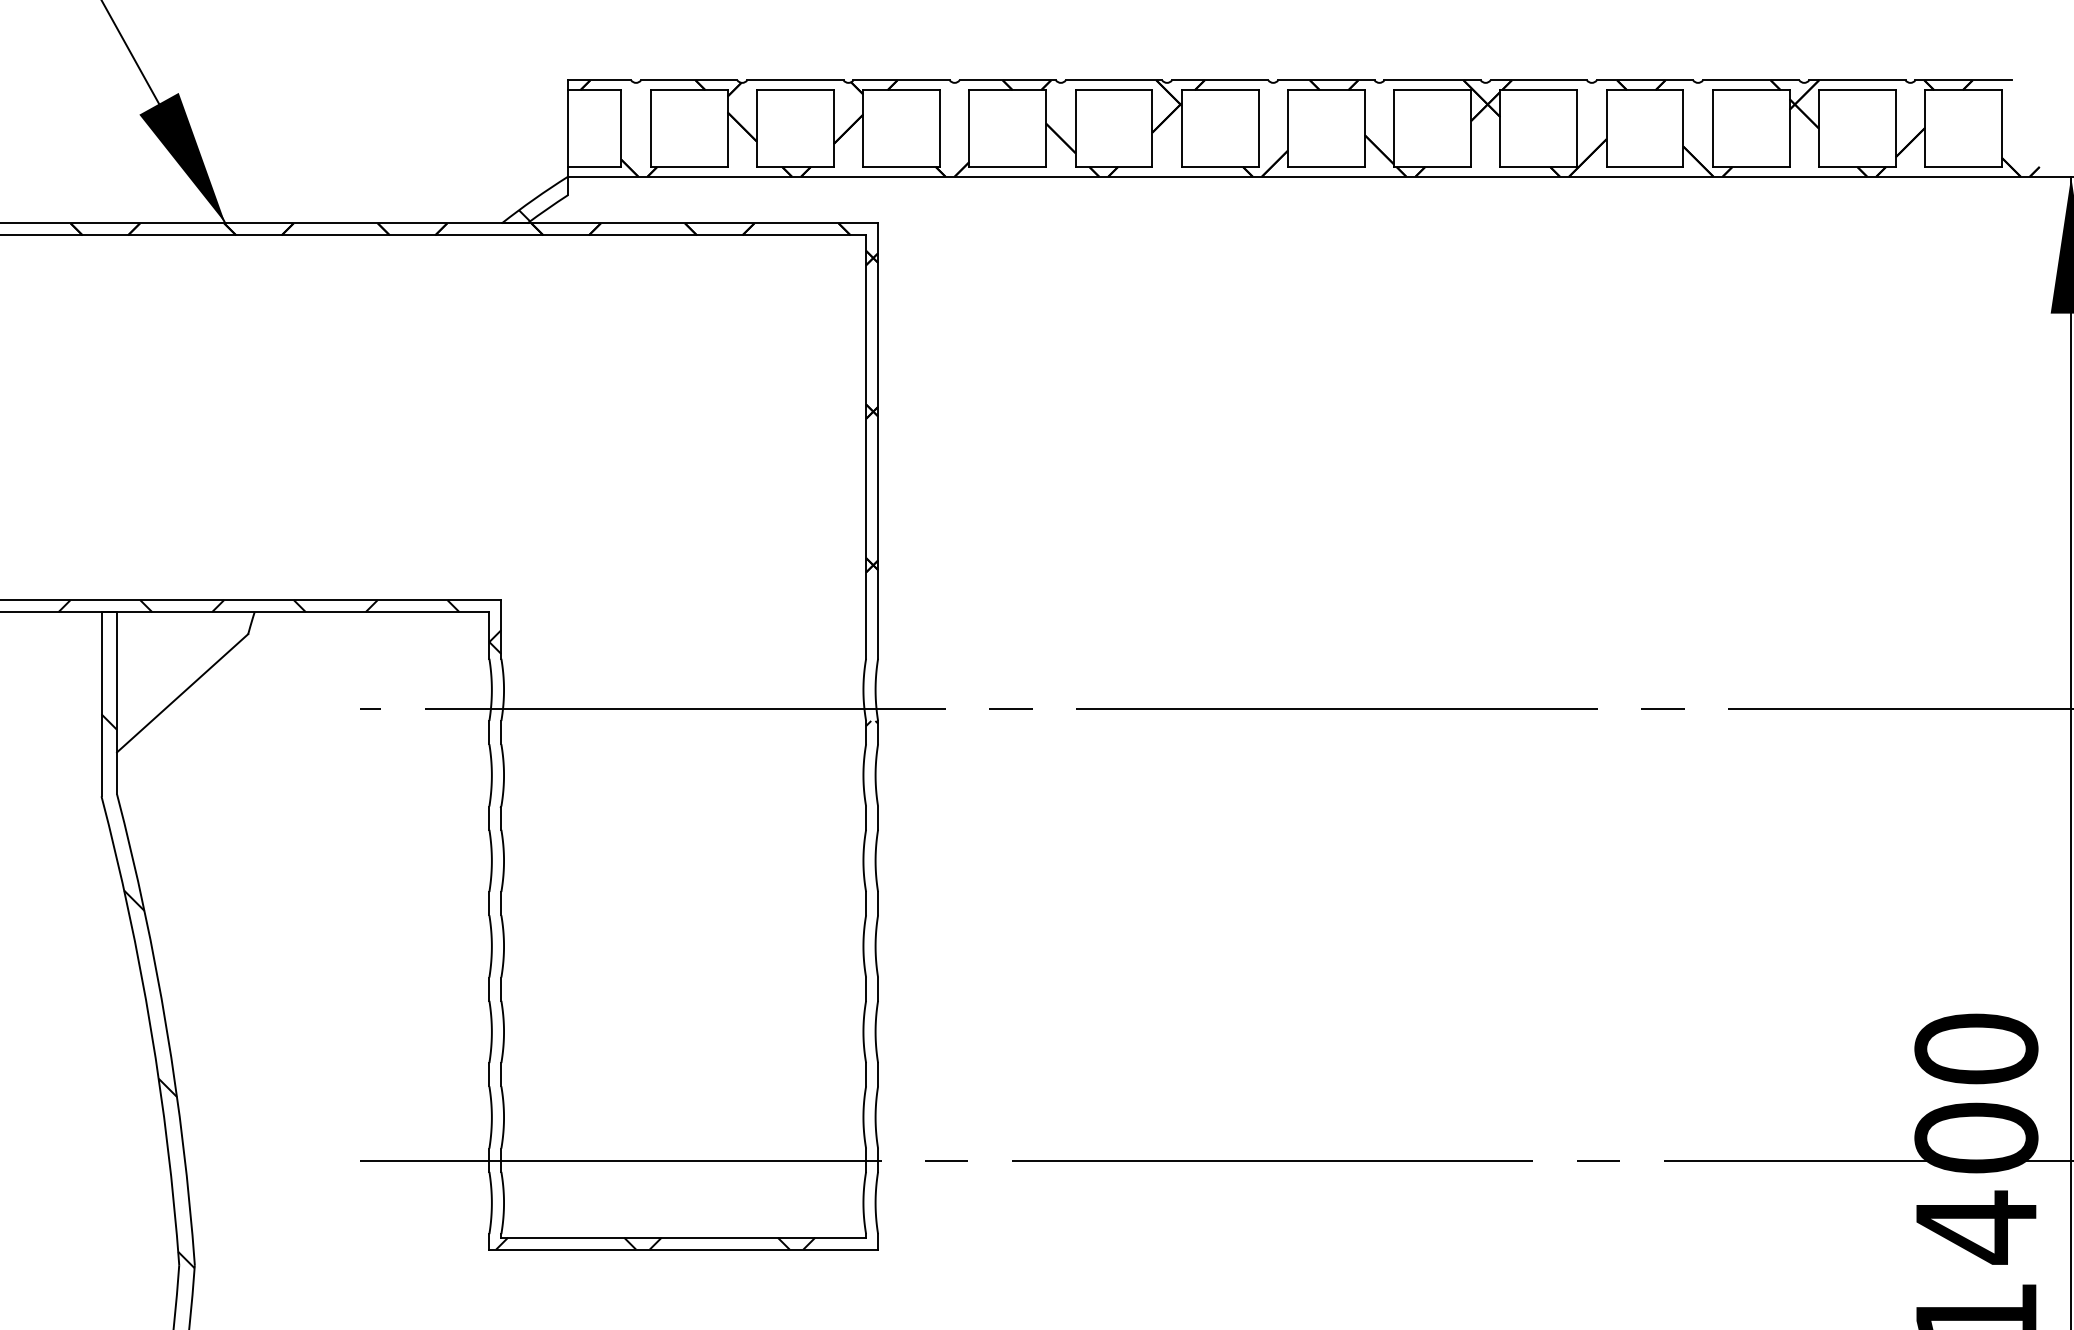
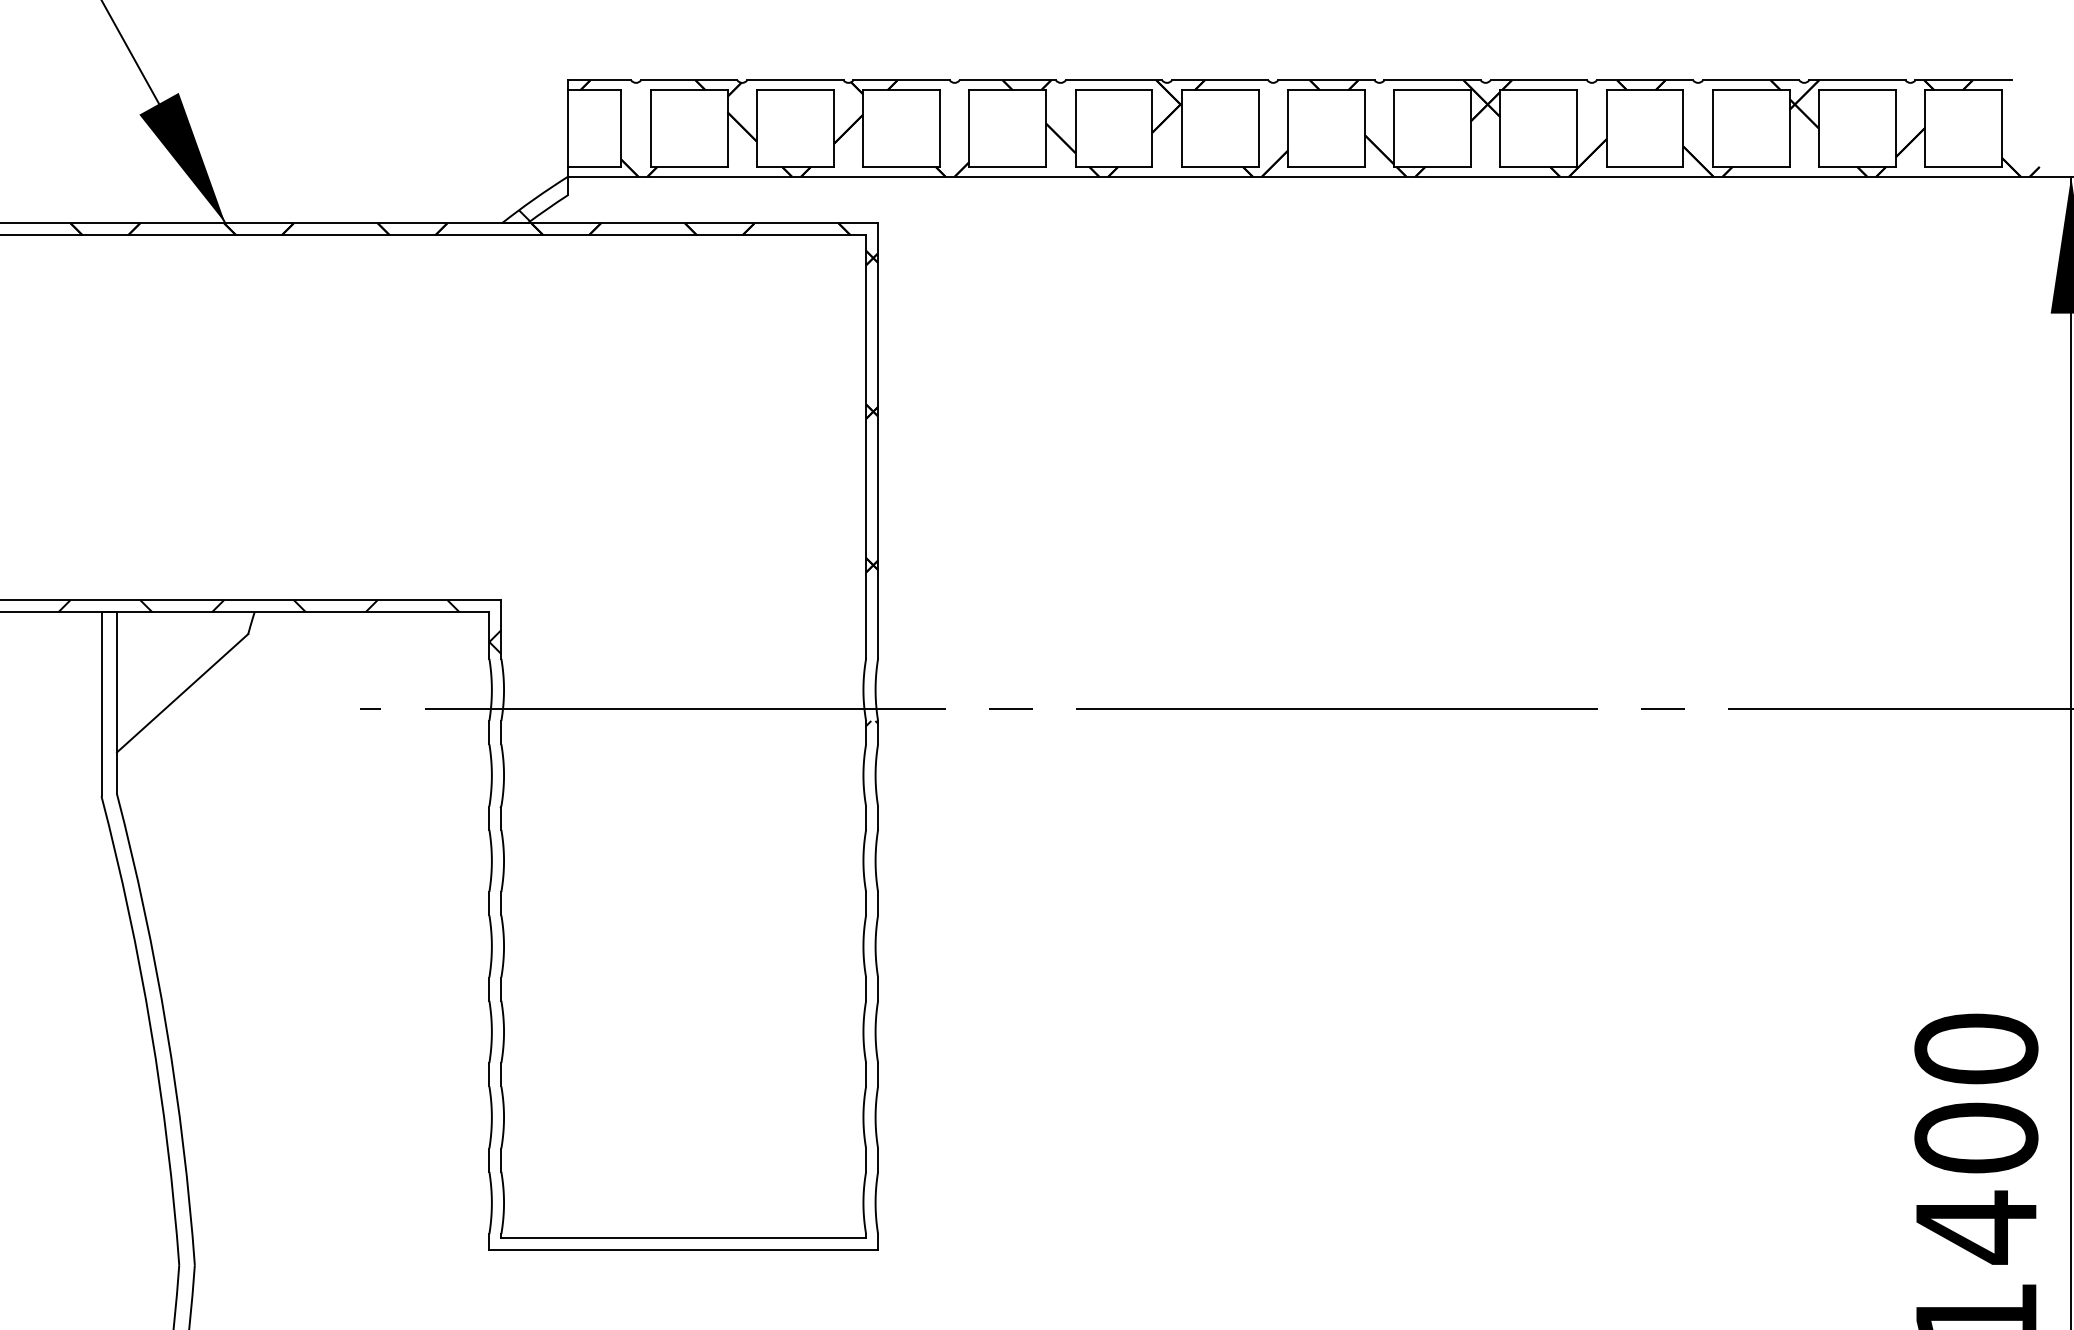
hatch at (147, 991): present -> none
line at (1215, 1160): present -> none
hatch at (655, 1243): present -> none
